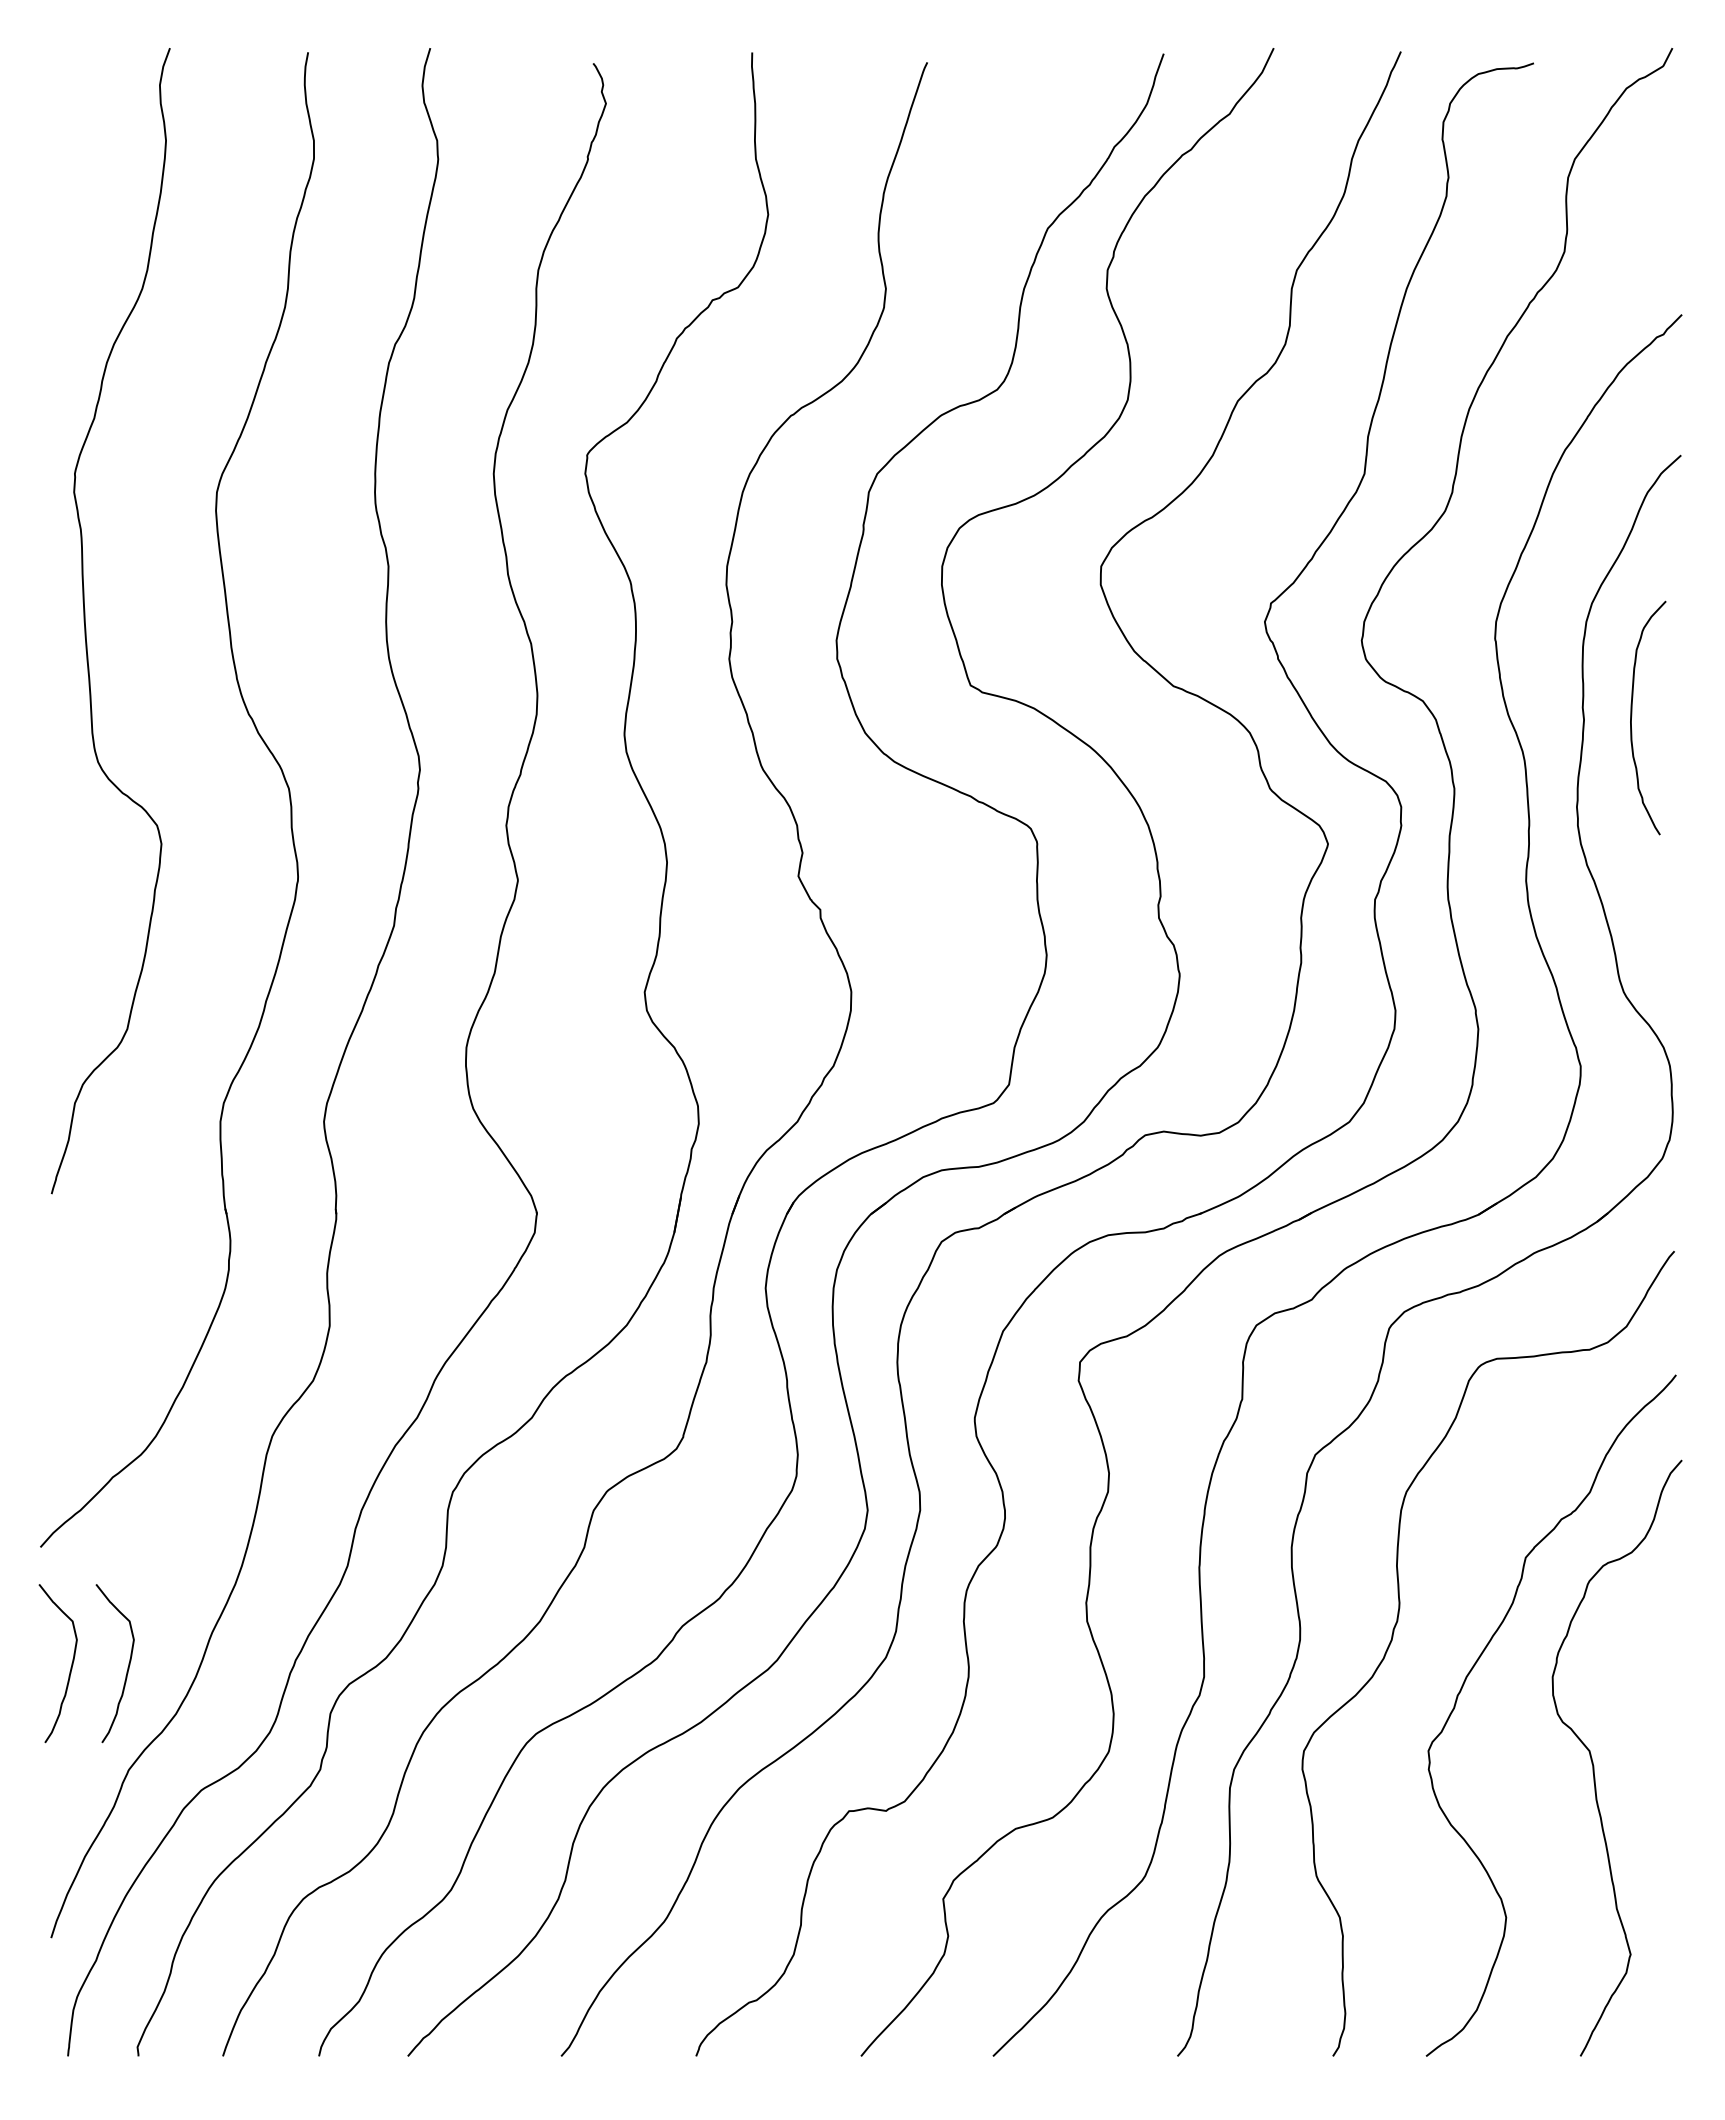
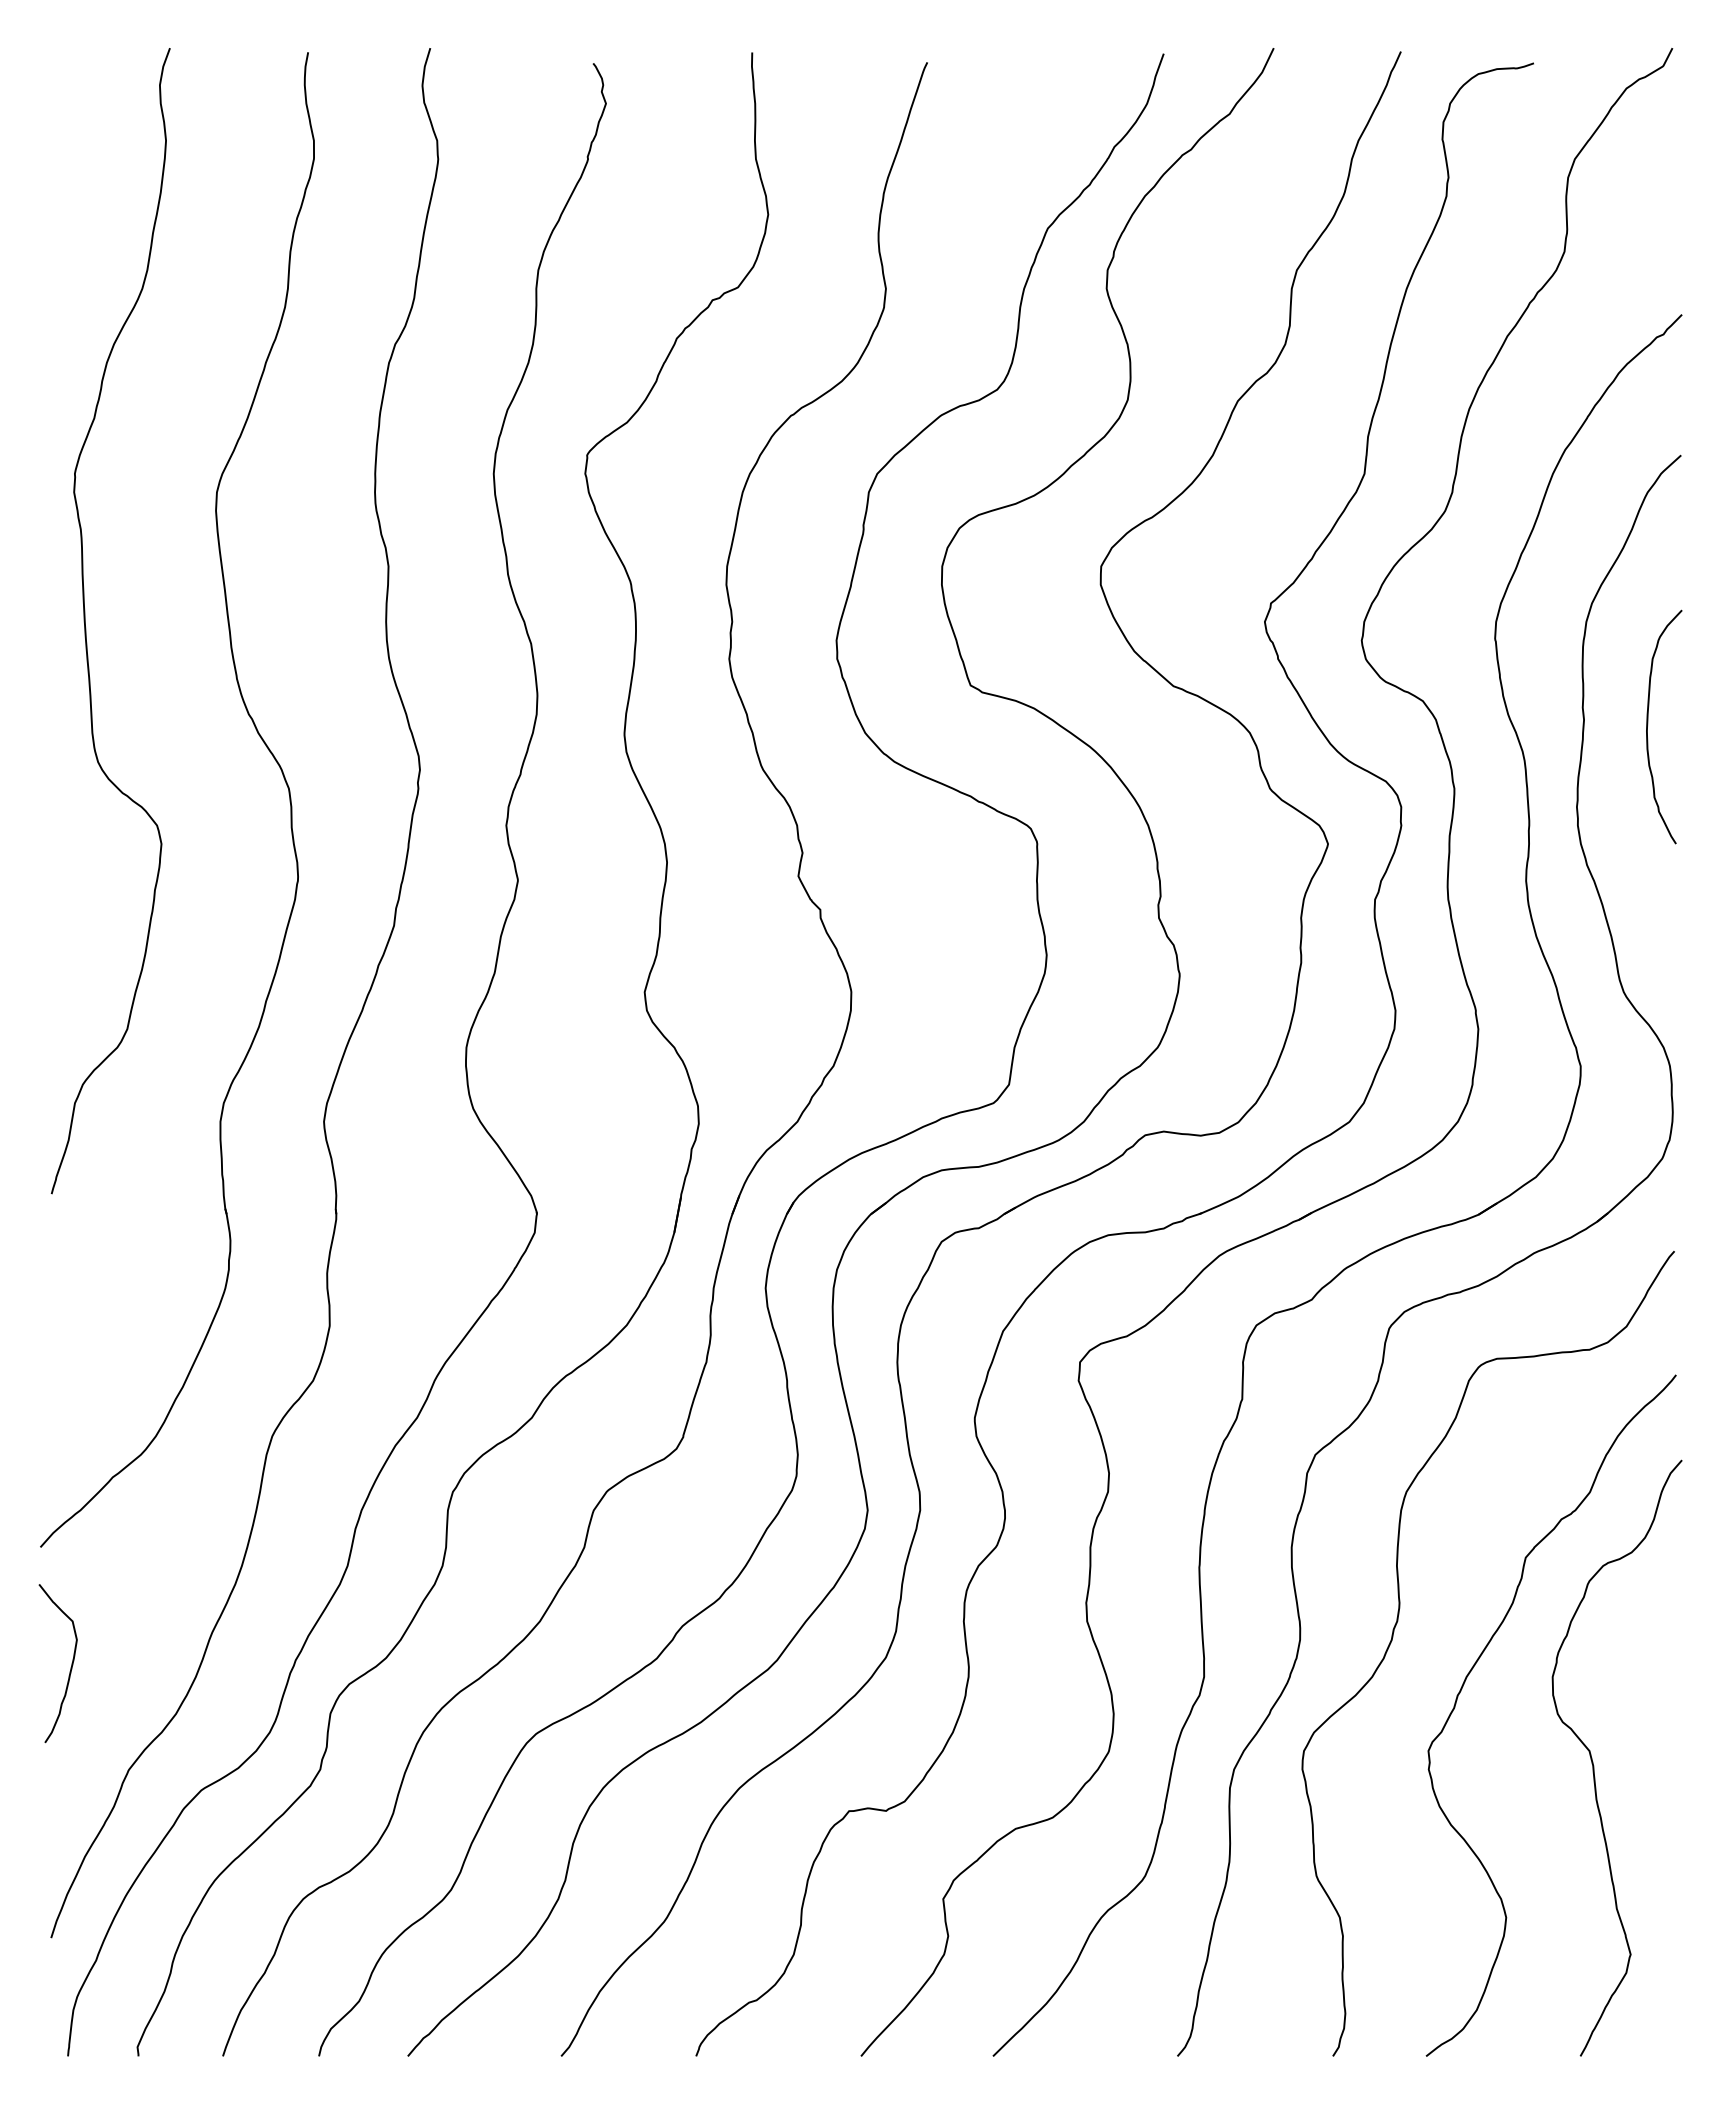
curve at (1632, 716) position: (1632, 716) -> (1648, 725)
curve at (127, 1667): present -> none
